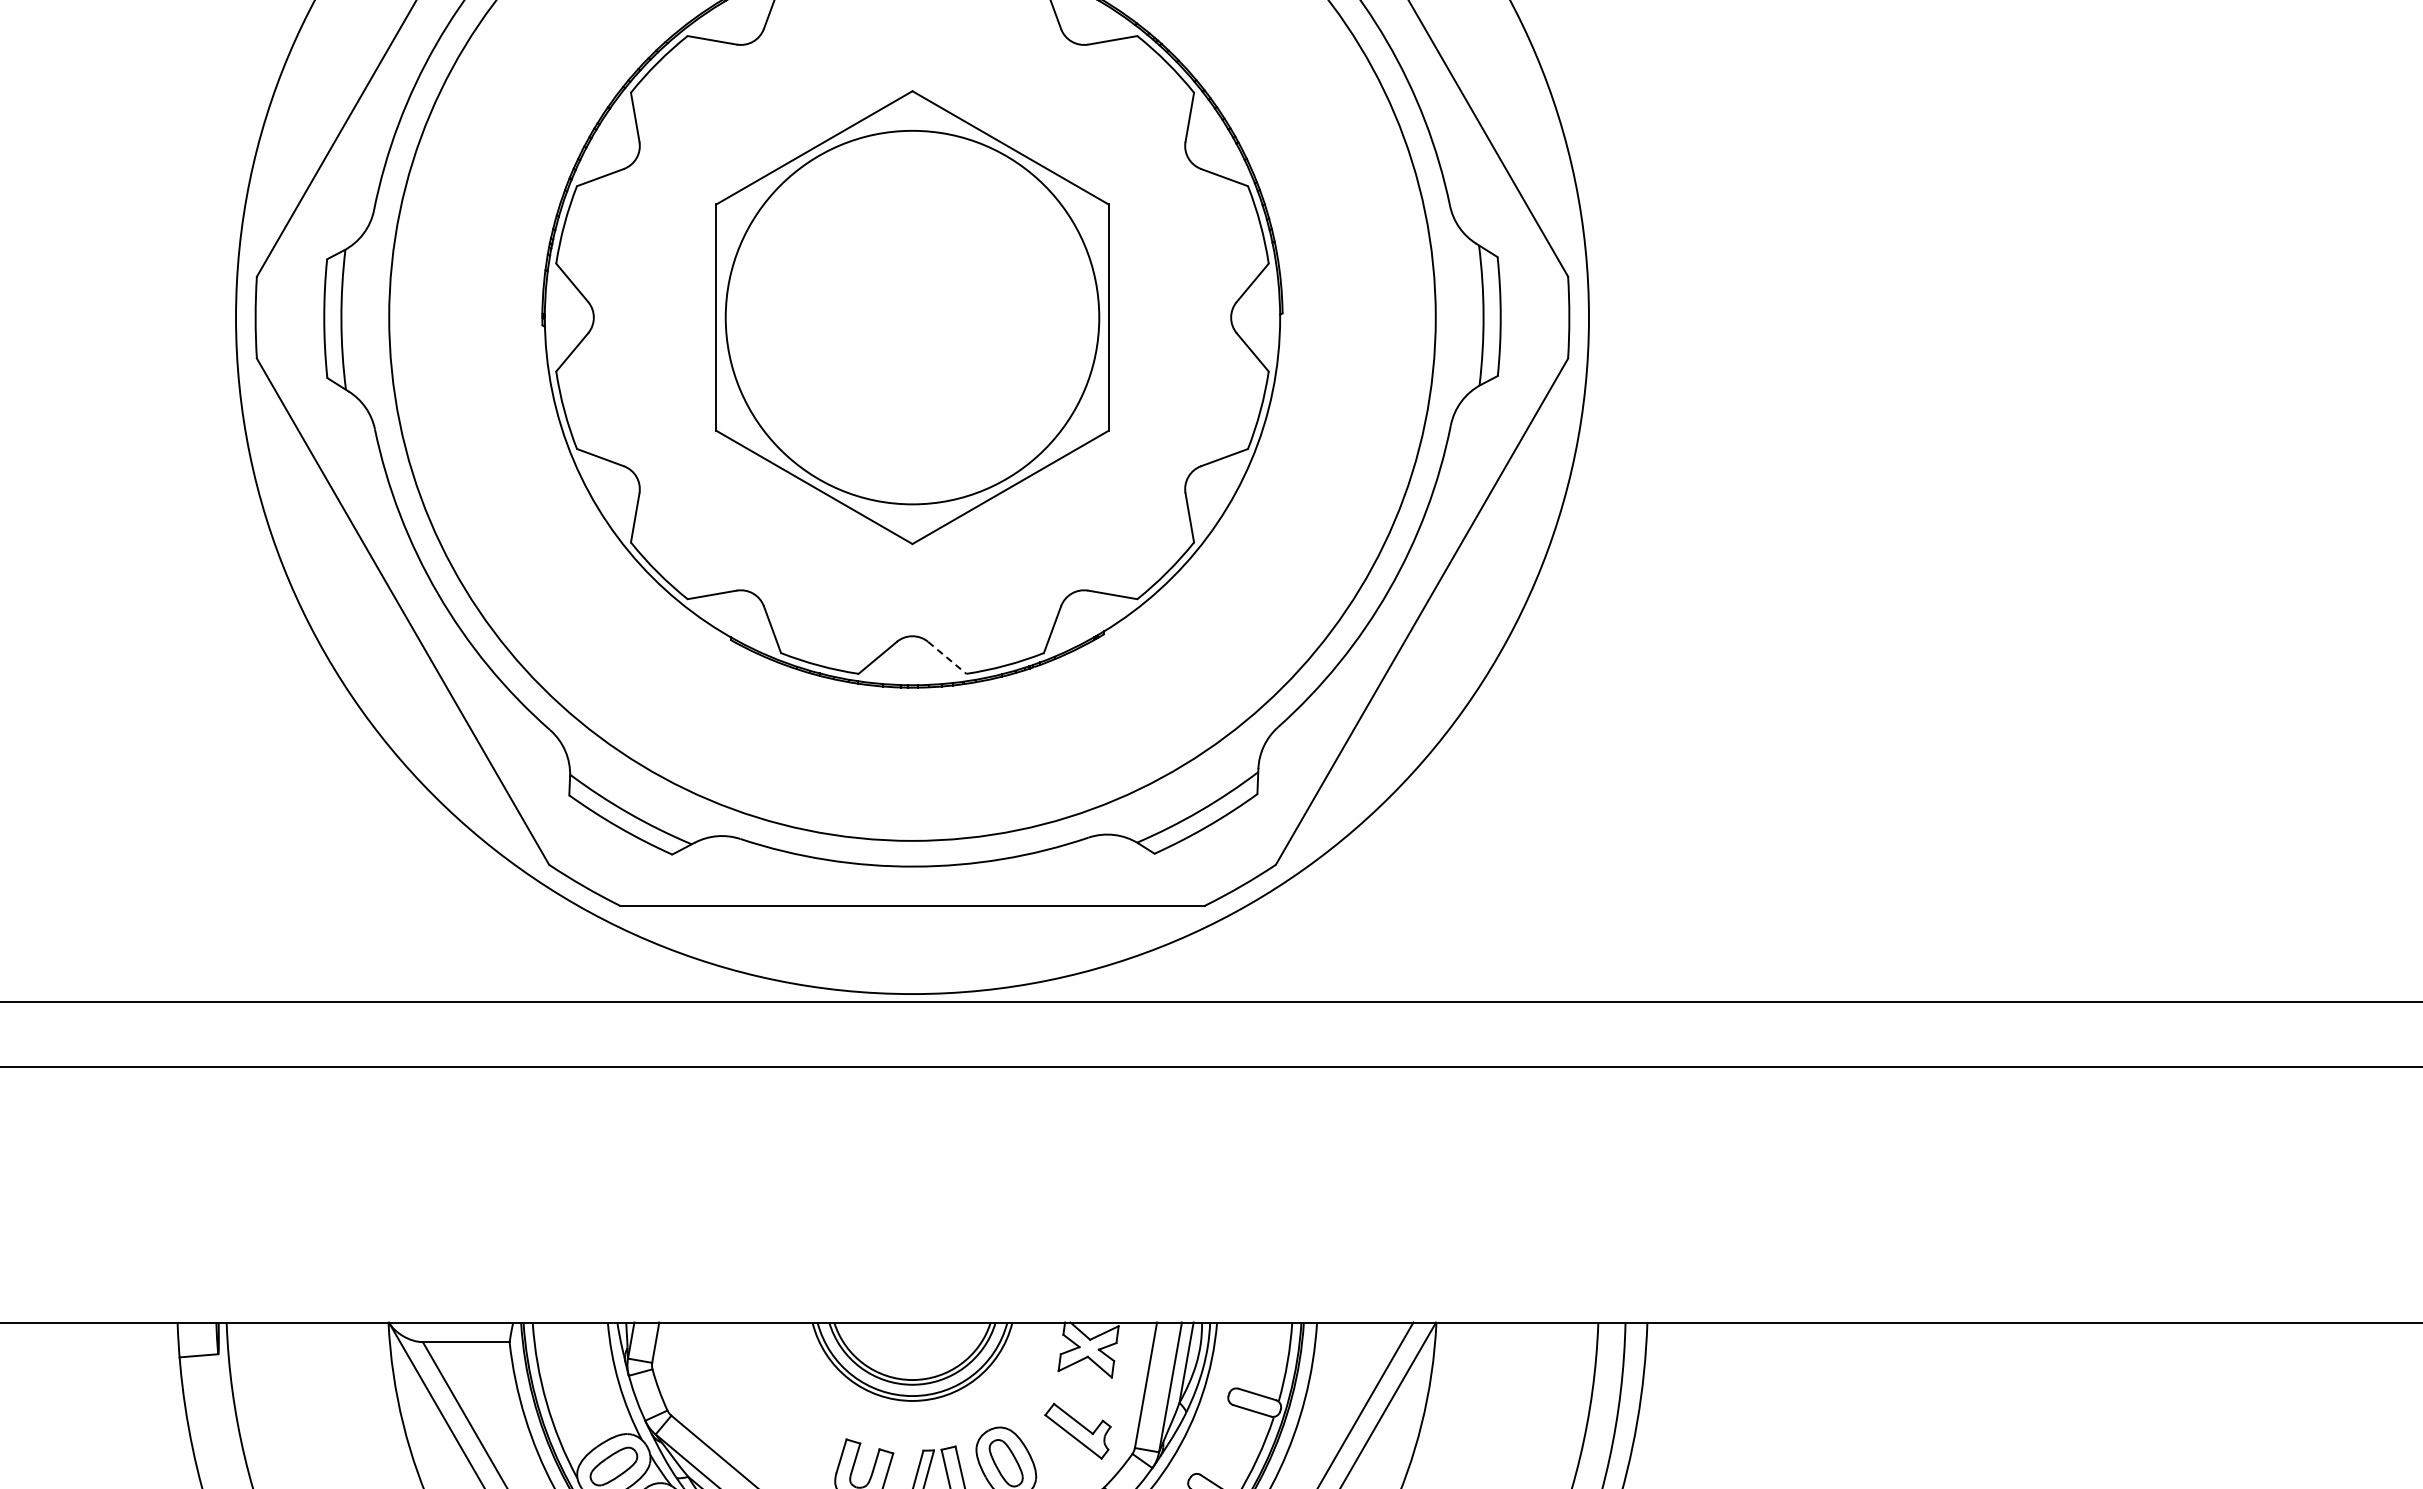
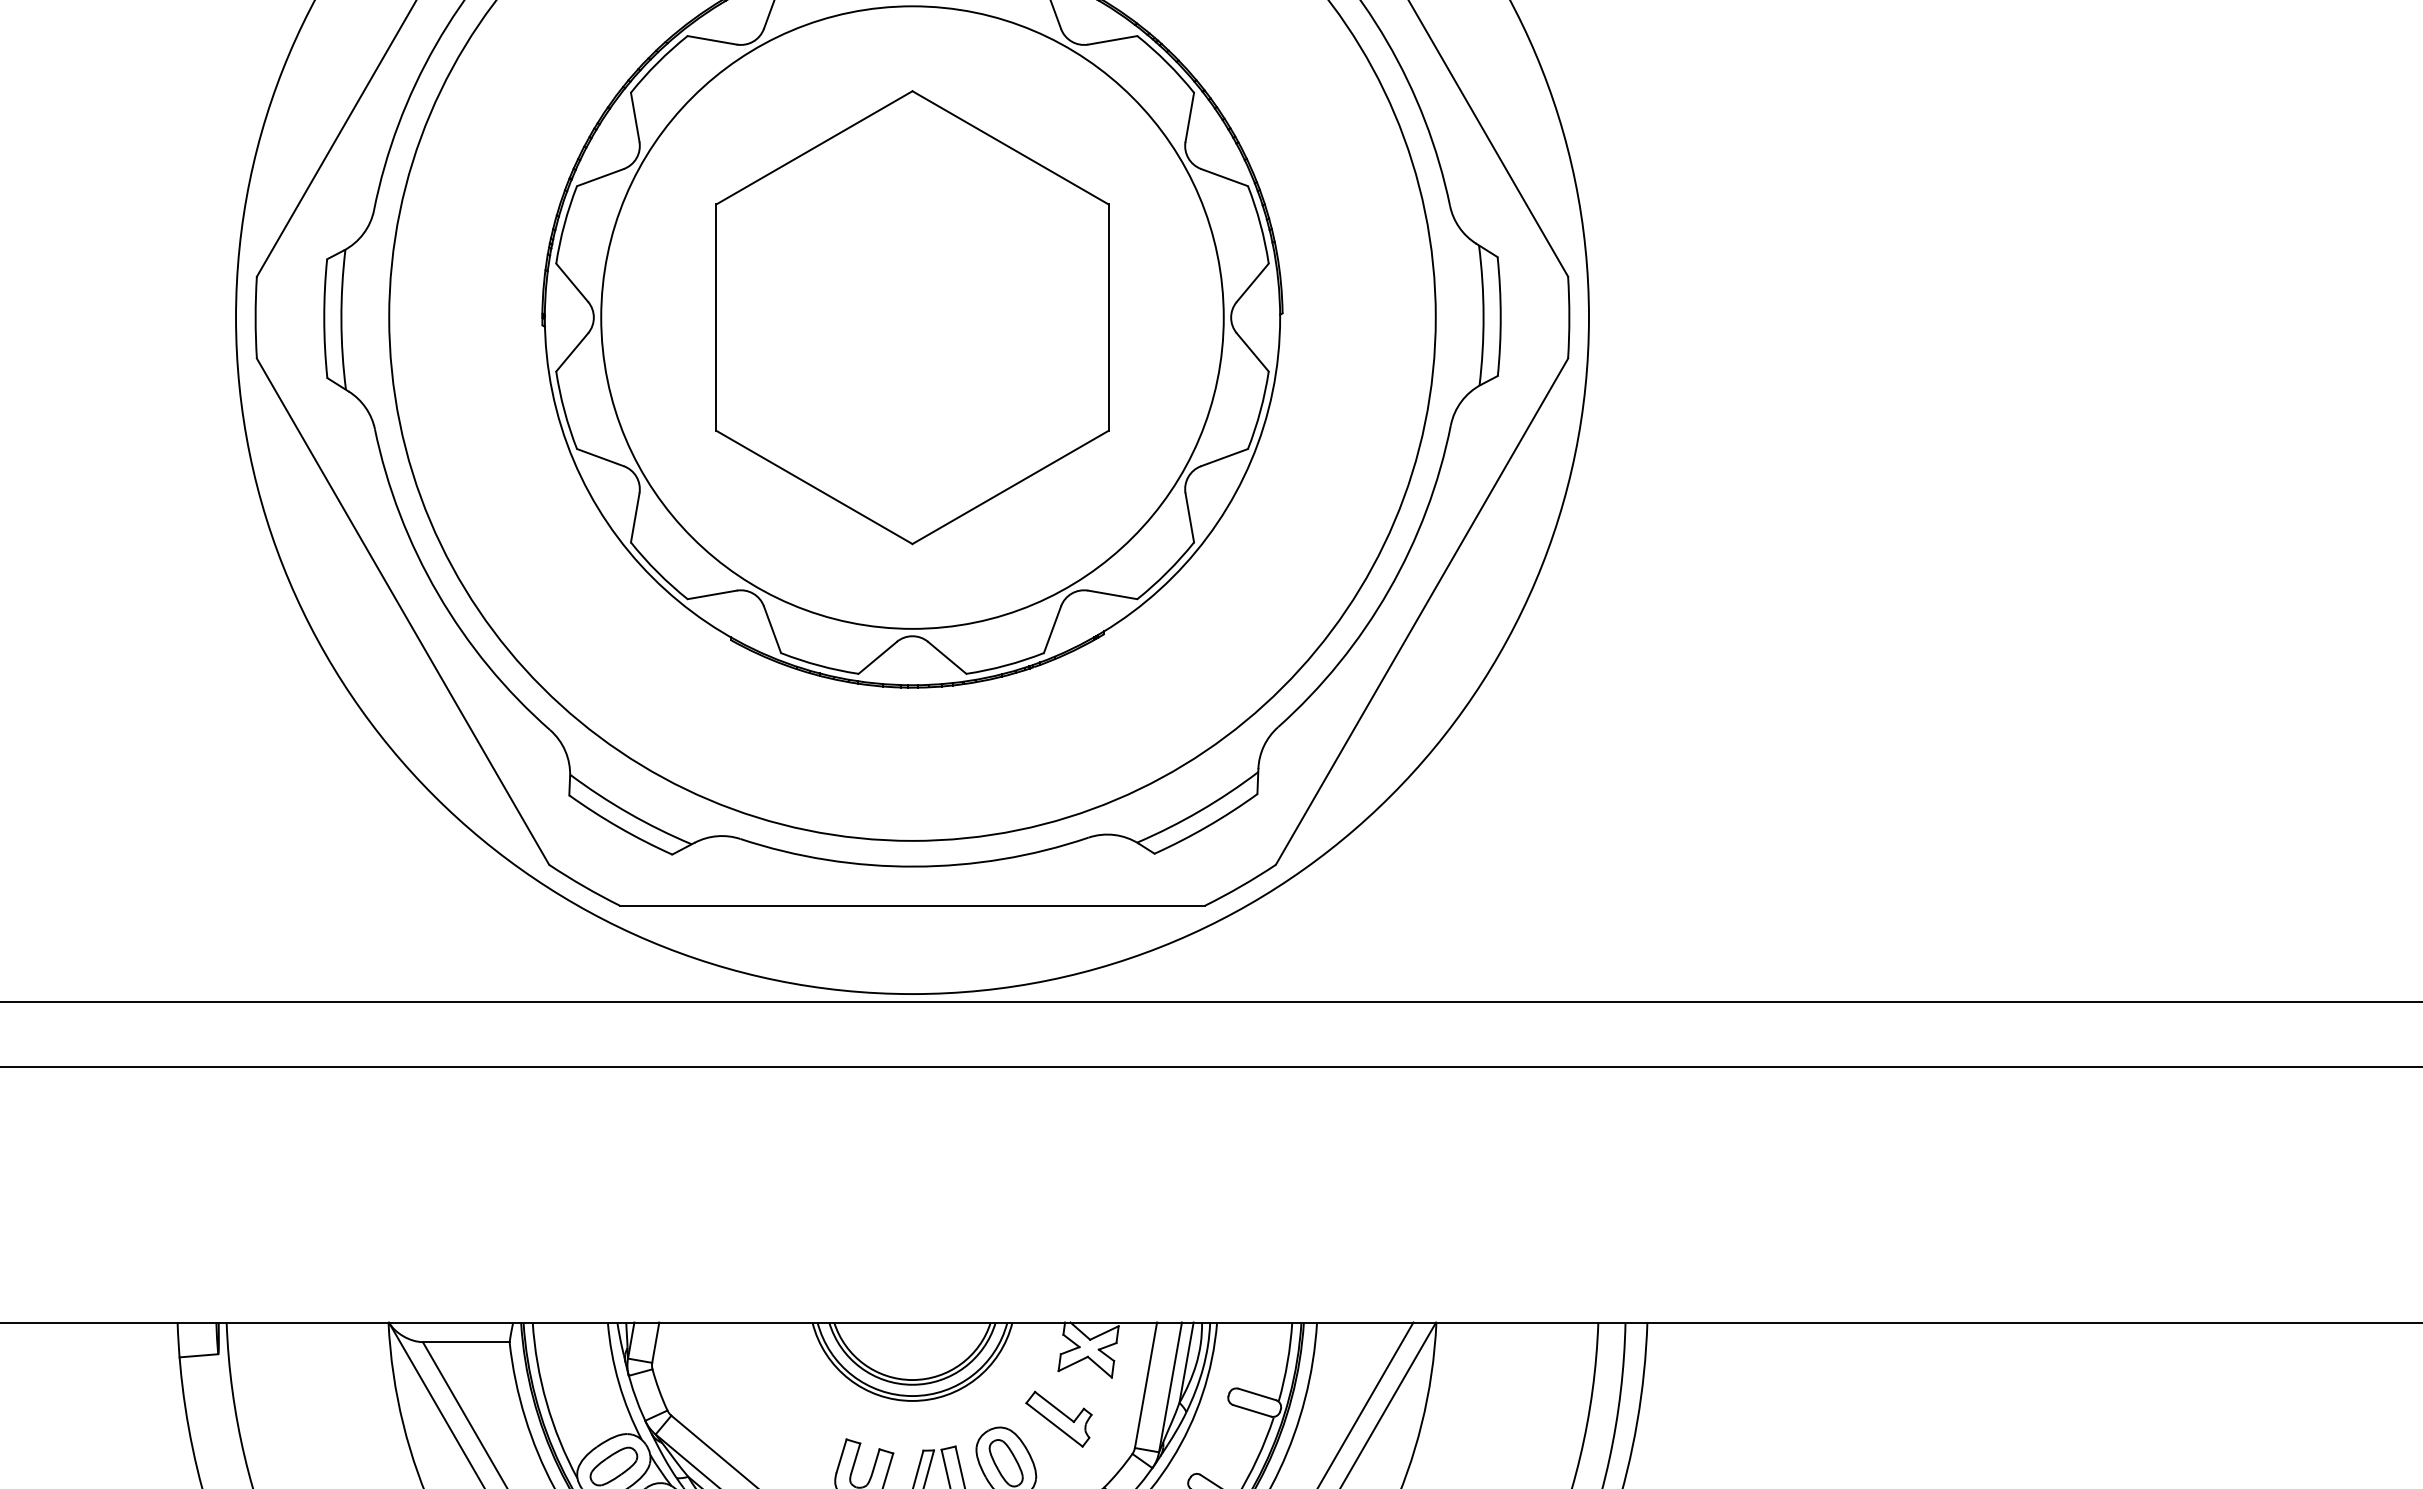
circle at (912, 317) diameter: 374 px -> 623 px
line at (947, 657): dashed -> solid
part at (1077, 1430) position: (1077, 1430) -> (1058, 1418)
